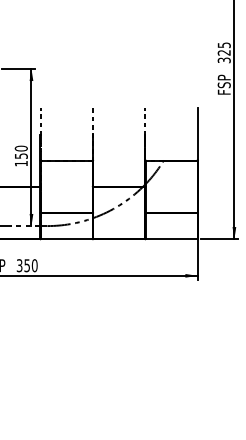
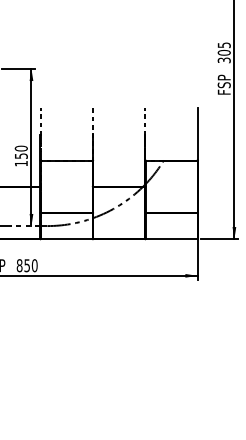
text at (223, 52): 325 -> 305
text at (19, 265): 350 -> 850
